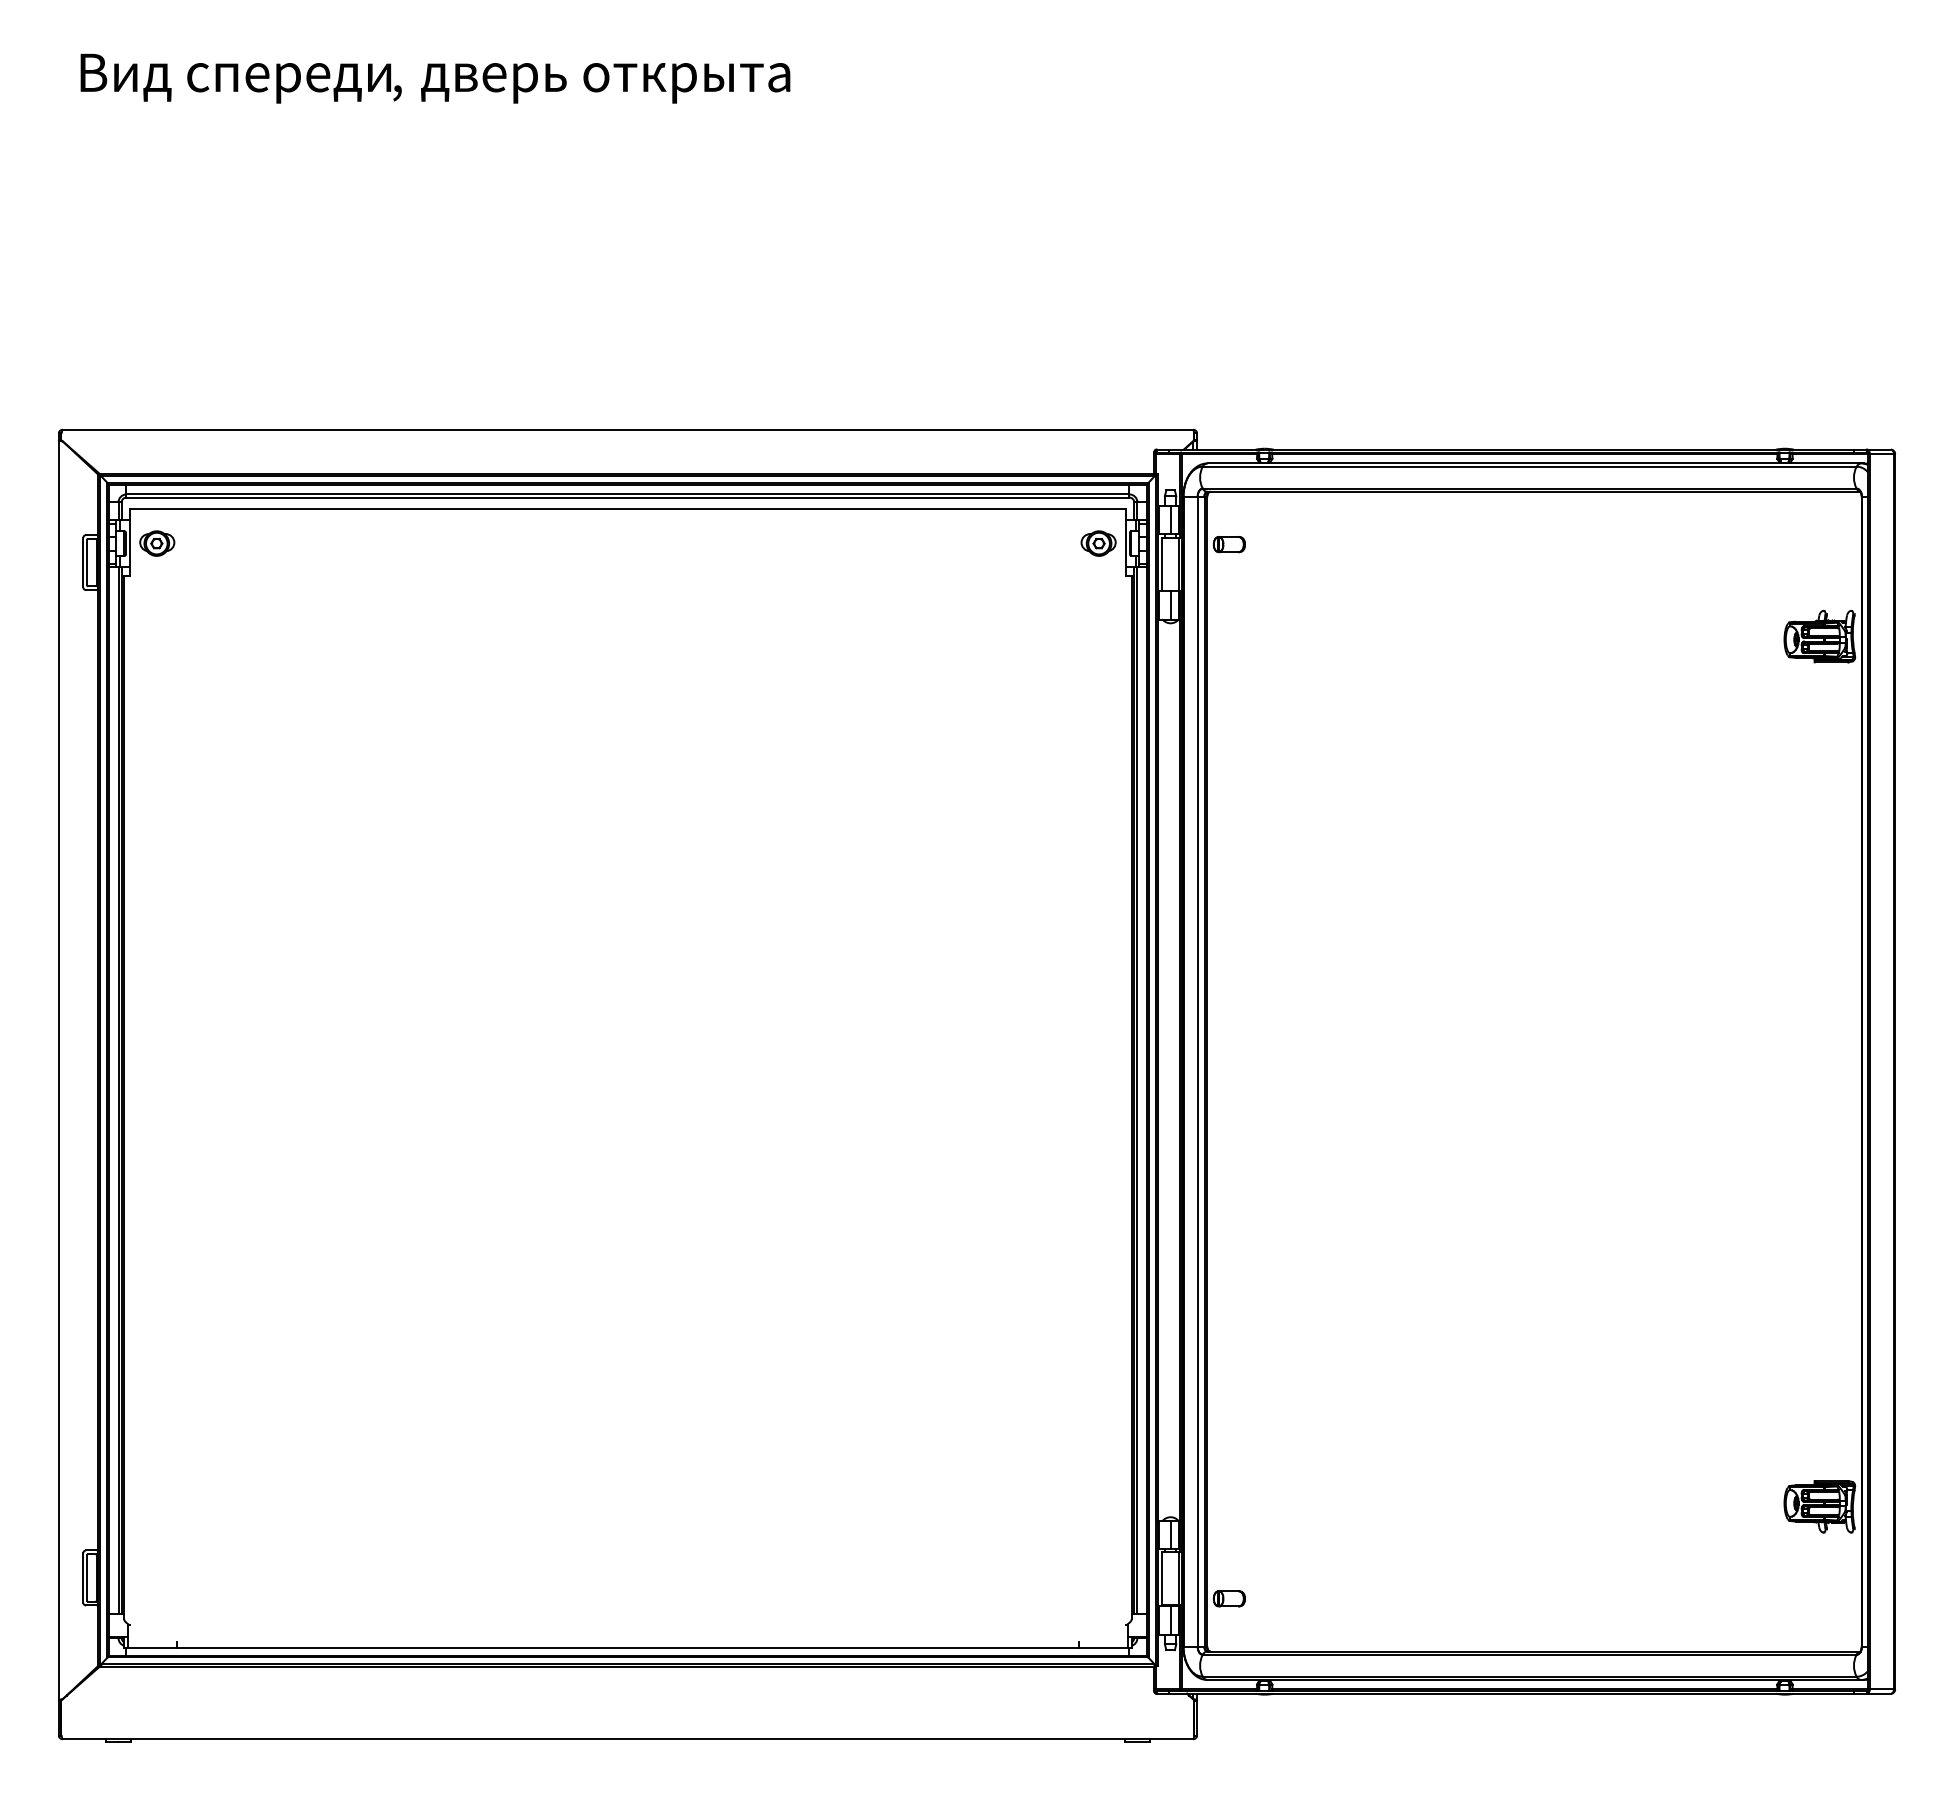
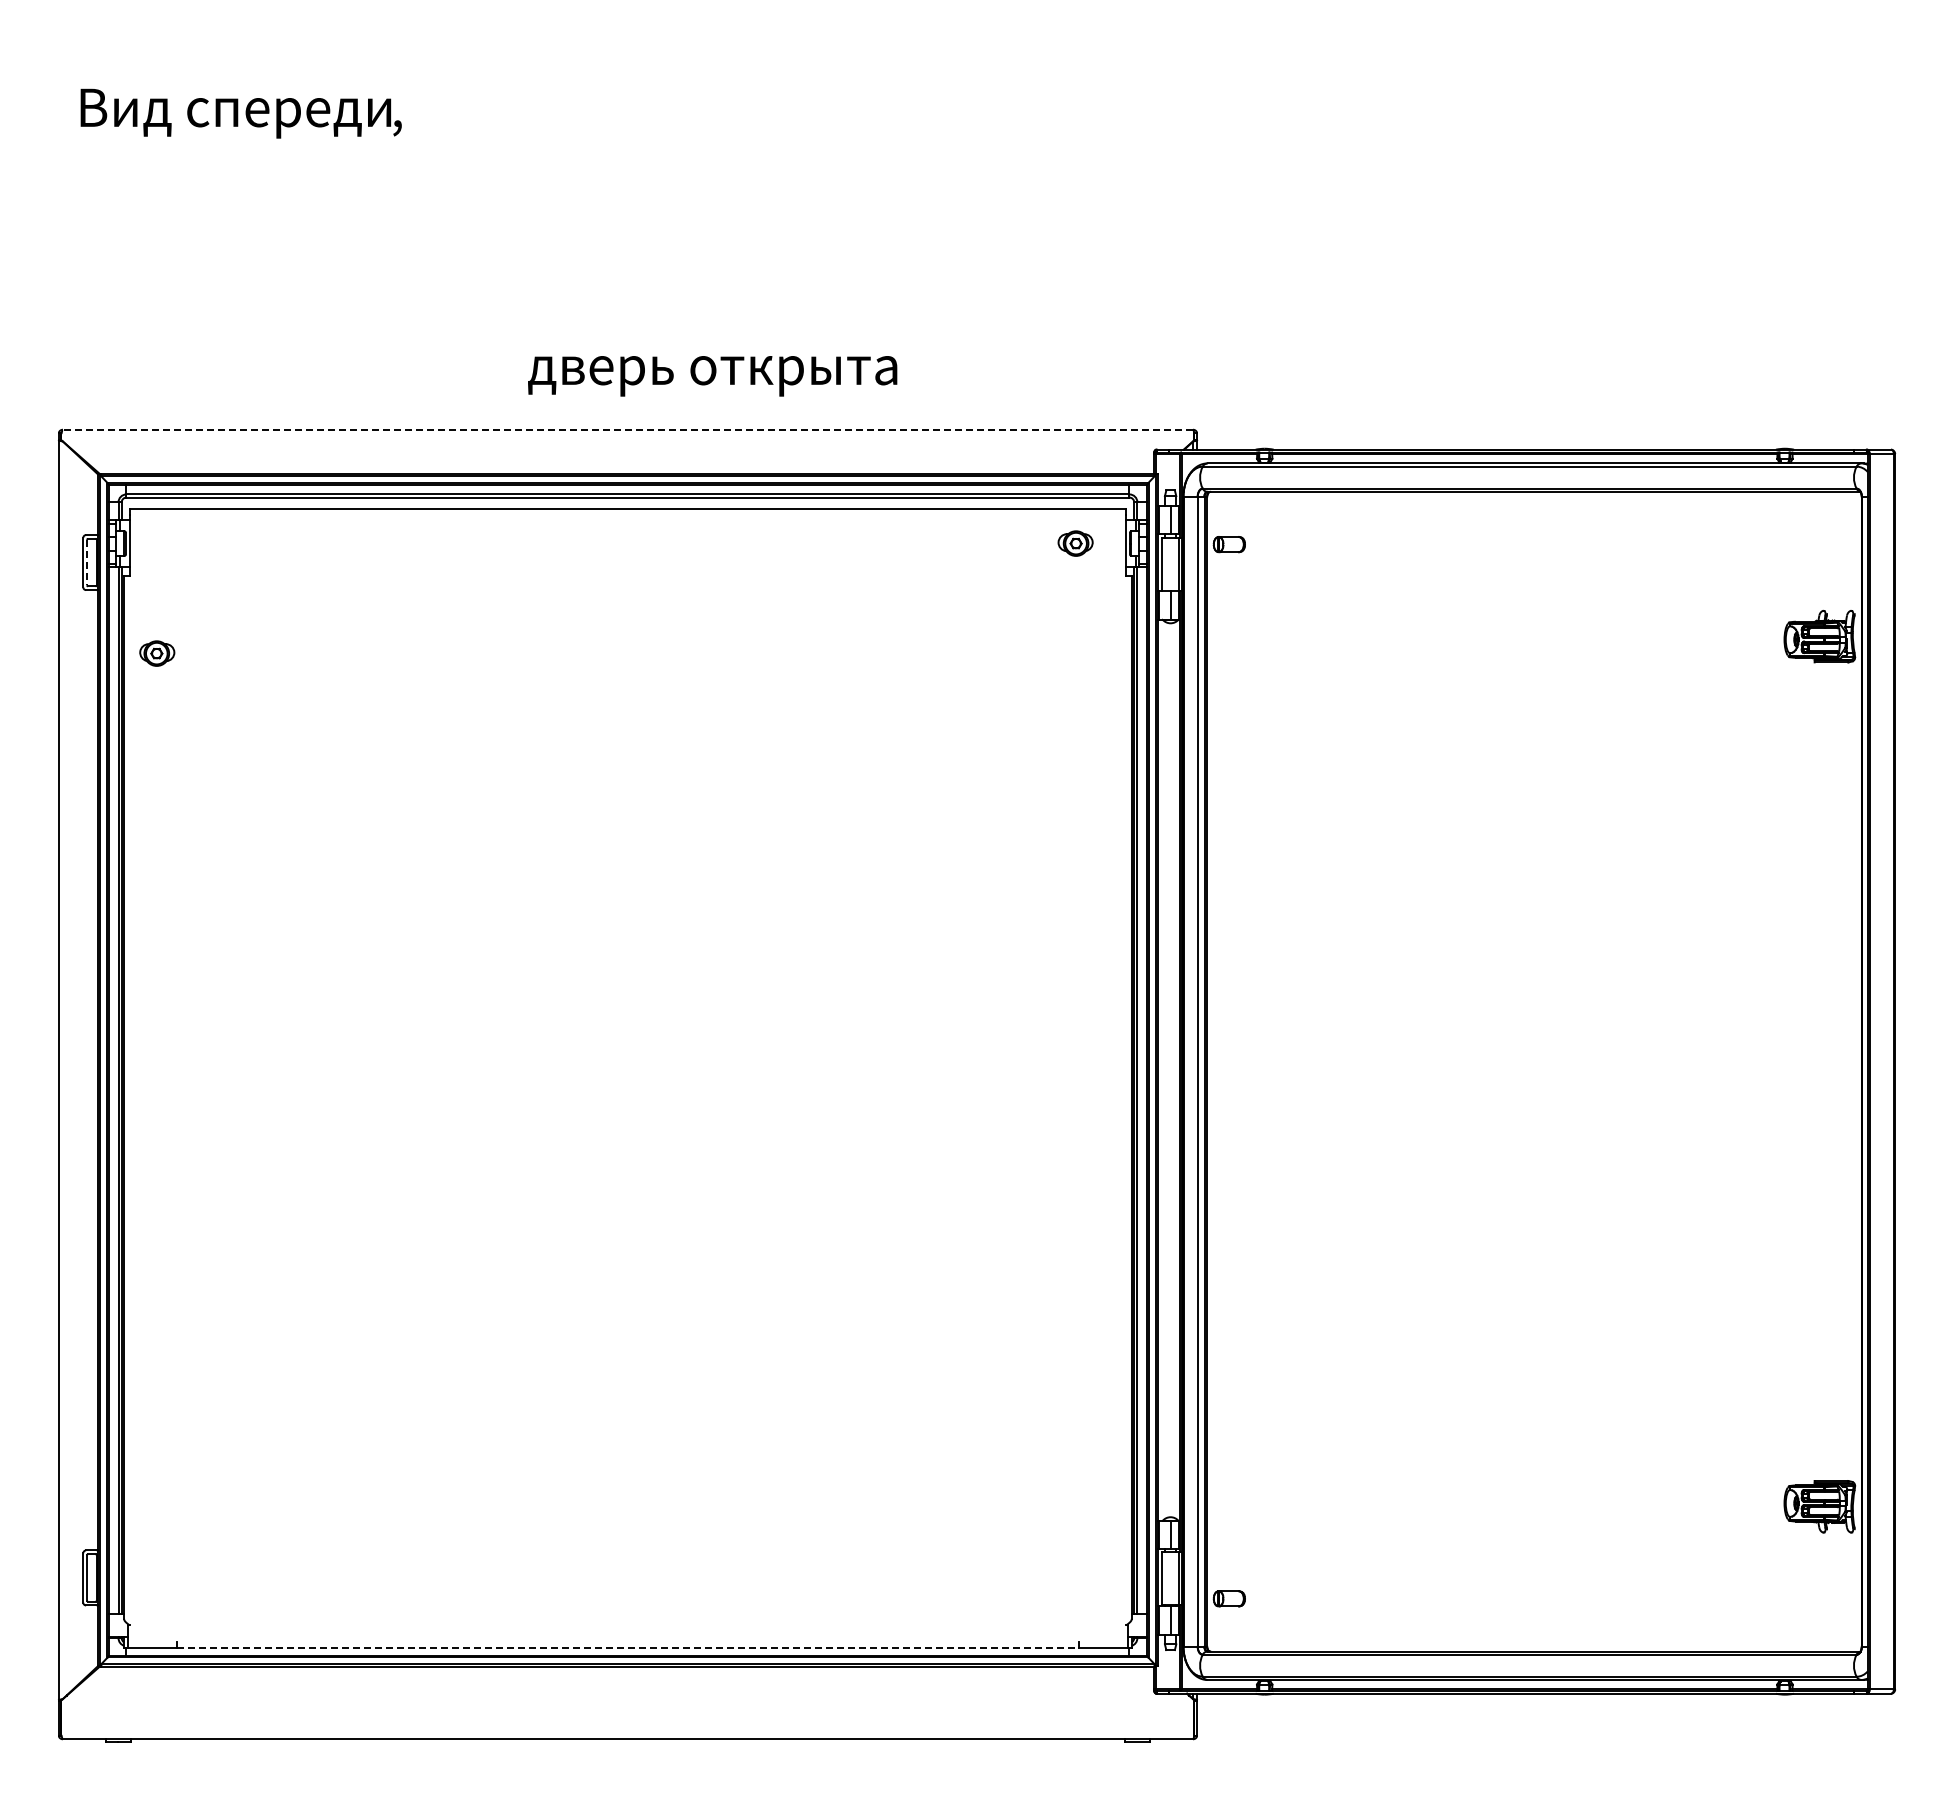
text at (240, 78) position: (240, 78) -> (240, 113)
text at (605, 83) position: (605, 83) -> (712, 376)
line at (627, 429): solid -> dashed
part at (157, 543) position: (157, 543) -> (157, 653)
part at (1098, 543) position: (1098, 543) -> (1075, 543)
line at (87, 562): solid -> dashed
line at (627, 1648): solid -> dashed
